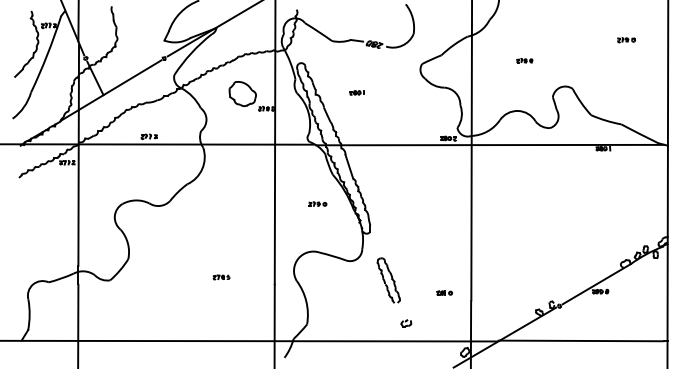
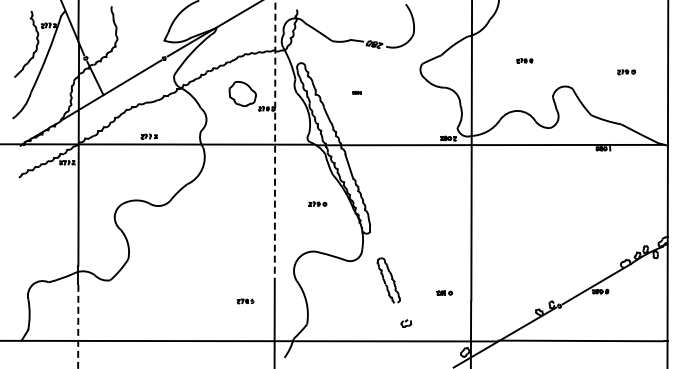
part at (626, 40) position: (626, 40) -> (626, 72)
part at (356, 92) size: 16x6 px -> 10x5 px
line at (275, 142): solid -> dashed
part at (221, 277) position: (221, 277) -> (245, 301)
line at (78, 326): solid -> dashed
